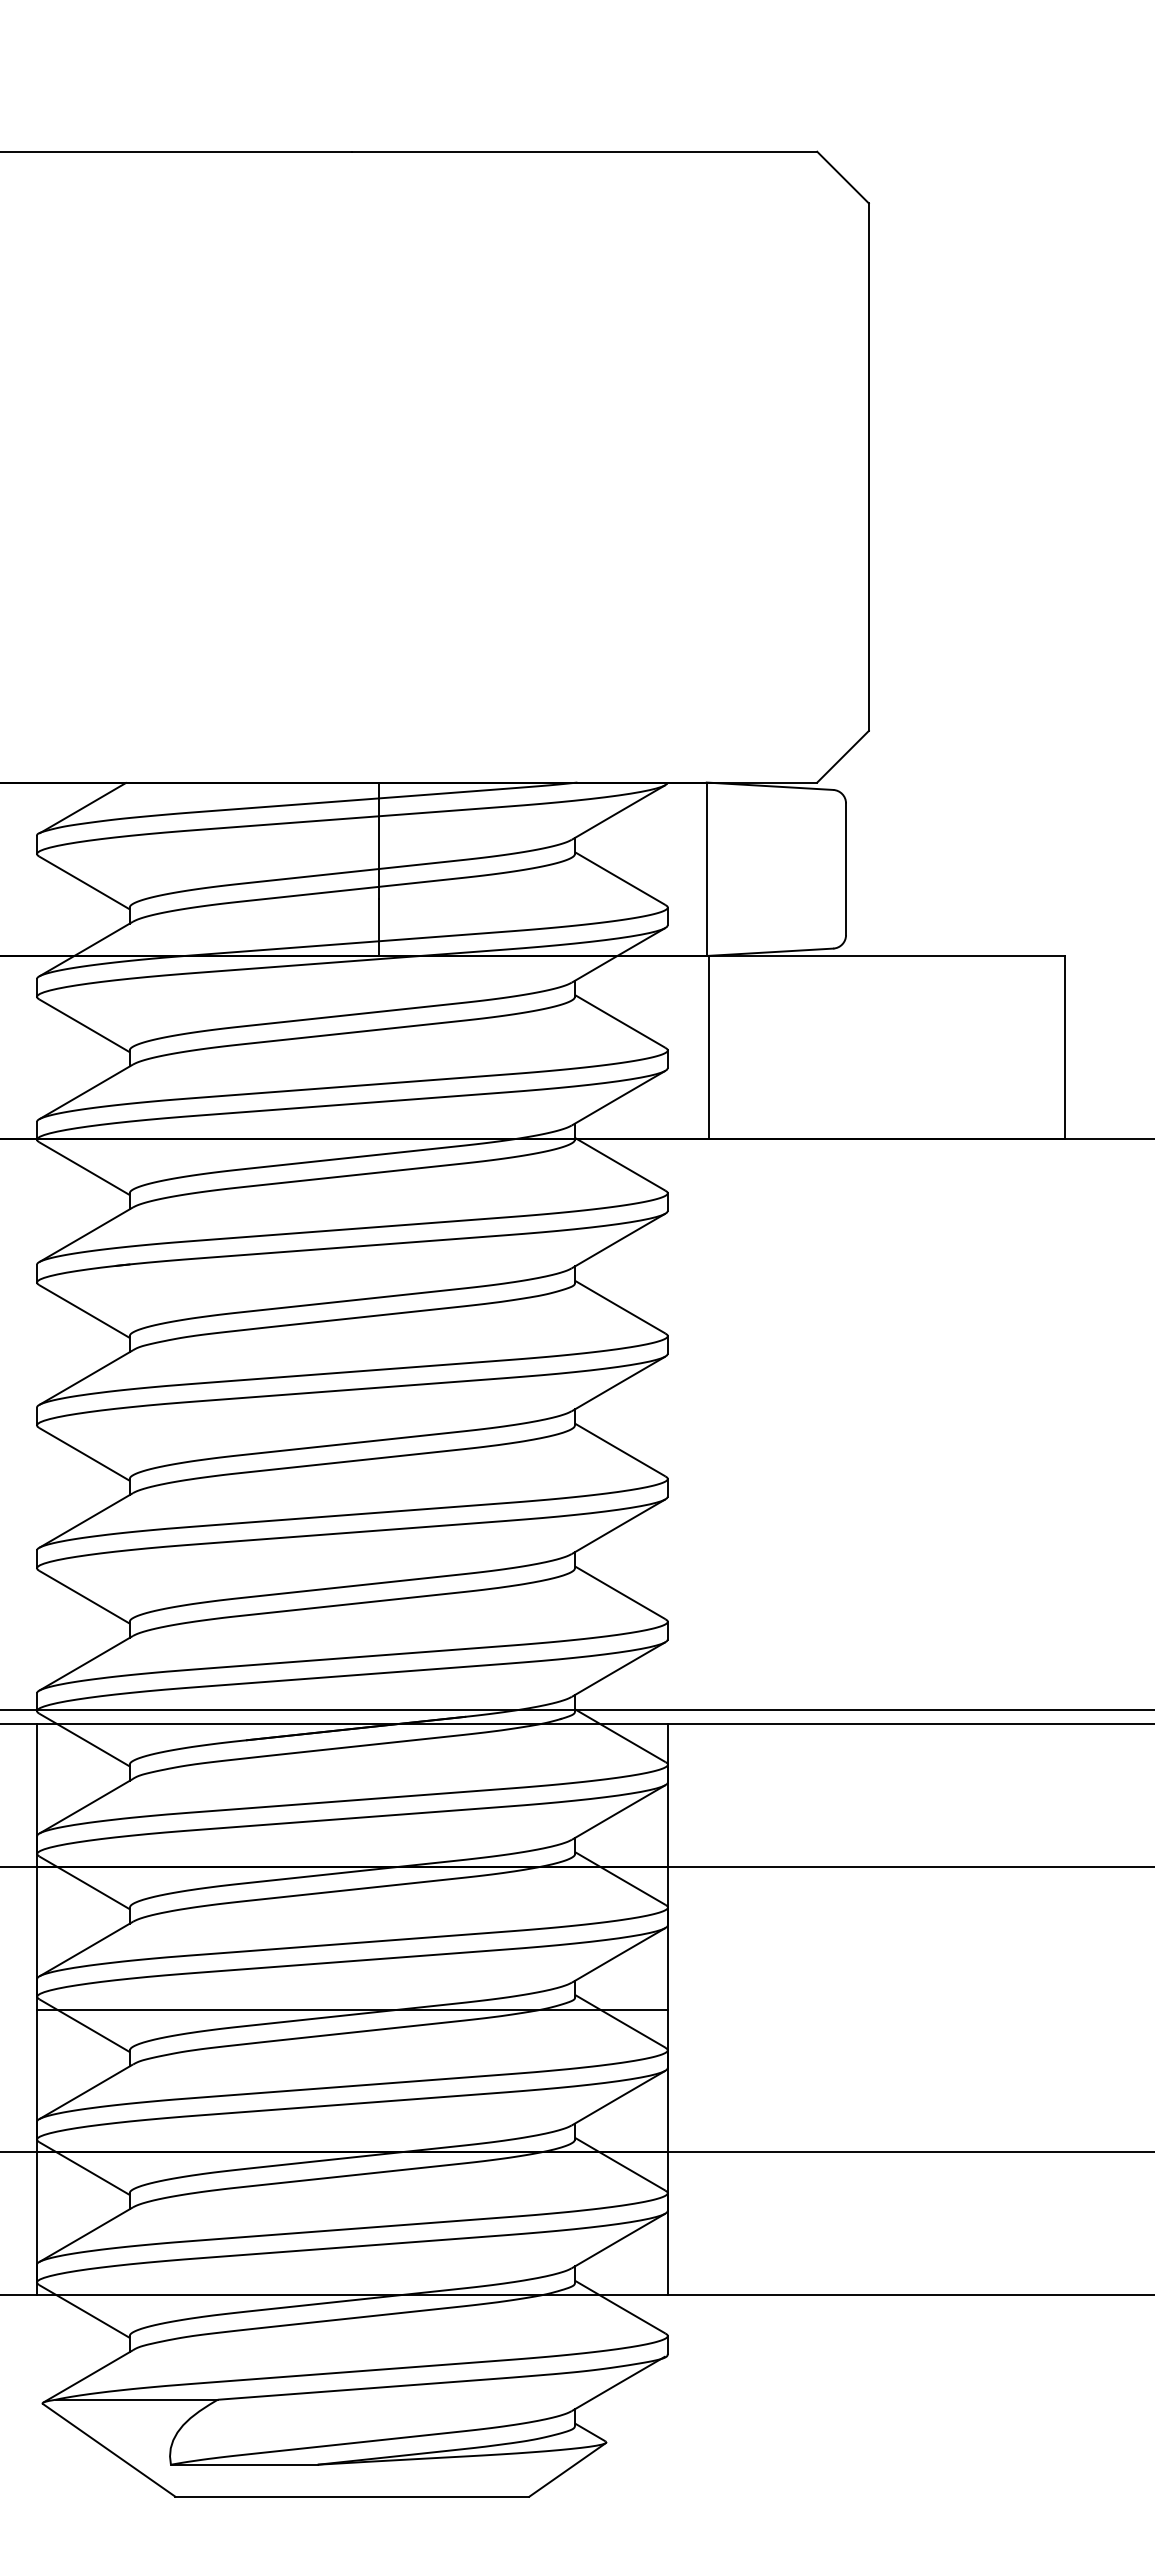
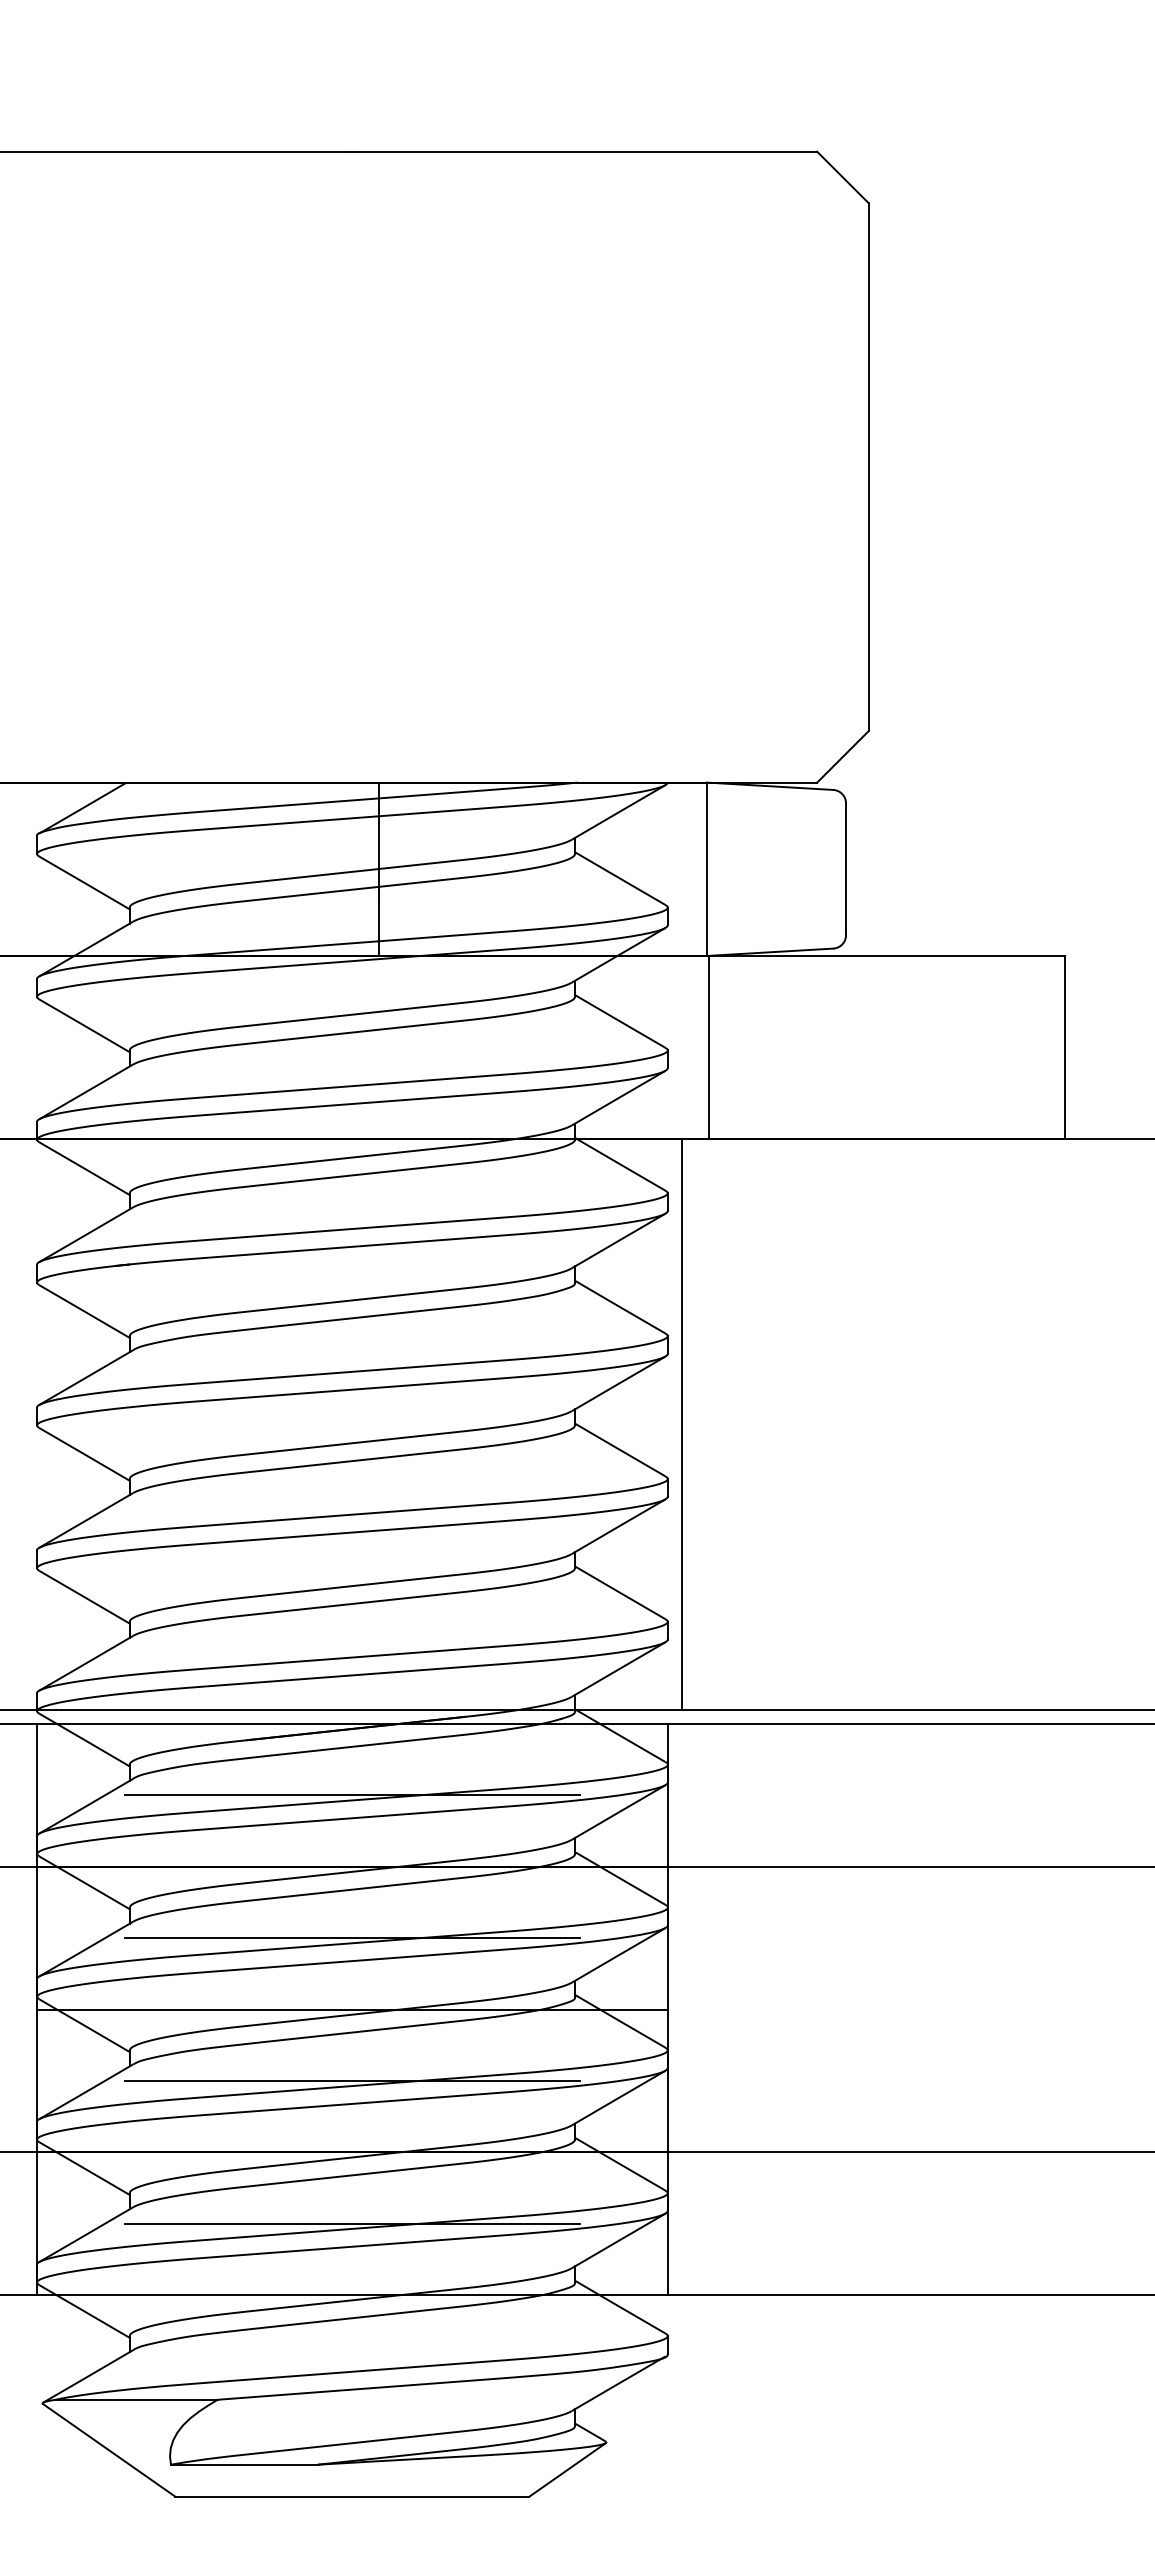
line at (681, 1424): none -> present
line at (352, 1795): none -> present
line at (352, 1938): none -> present
line at (352, 2081): none -> present
line at (352, 2223): none -> present
